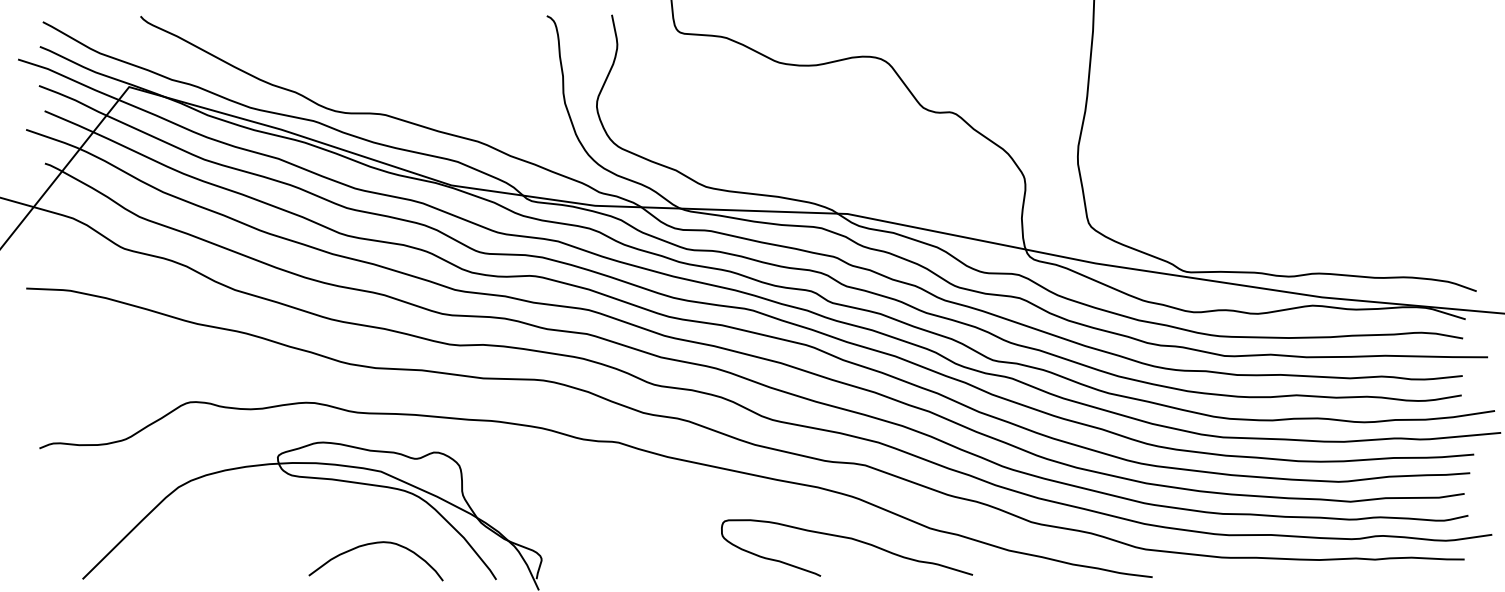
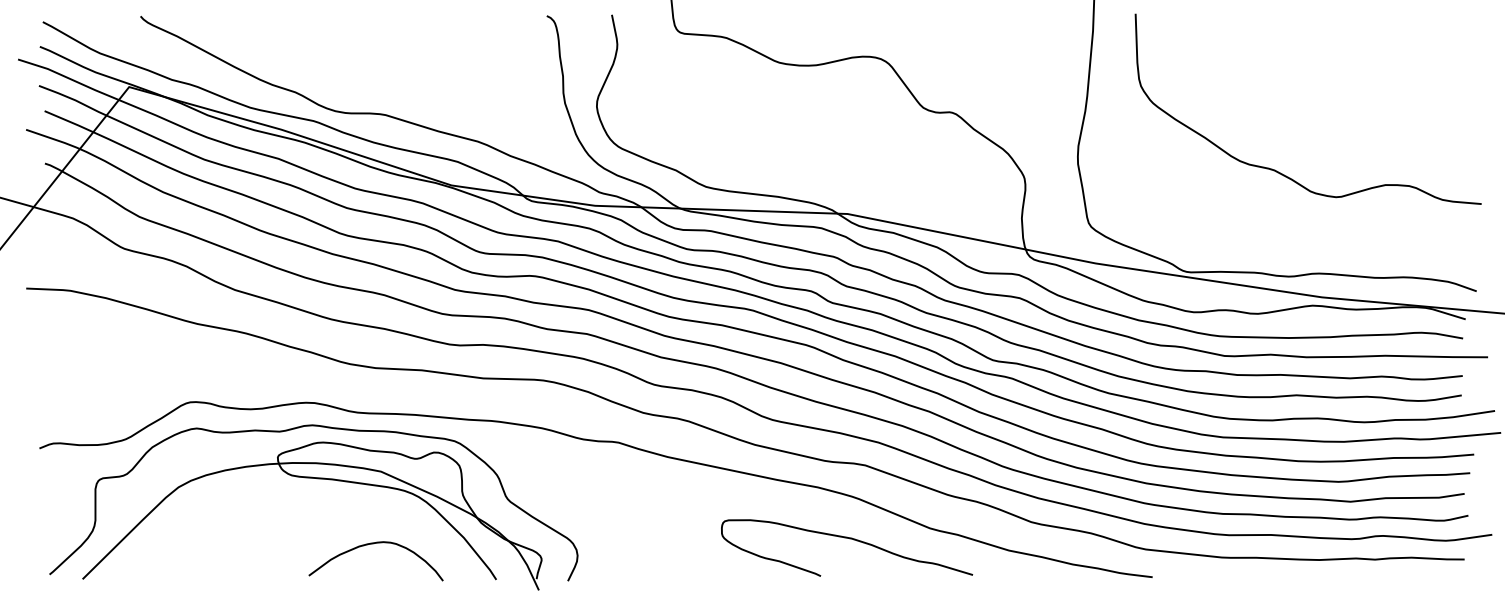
curve at (1275, 169): none -> present
curve at (295, 429): none -> present
